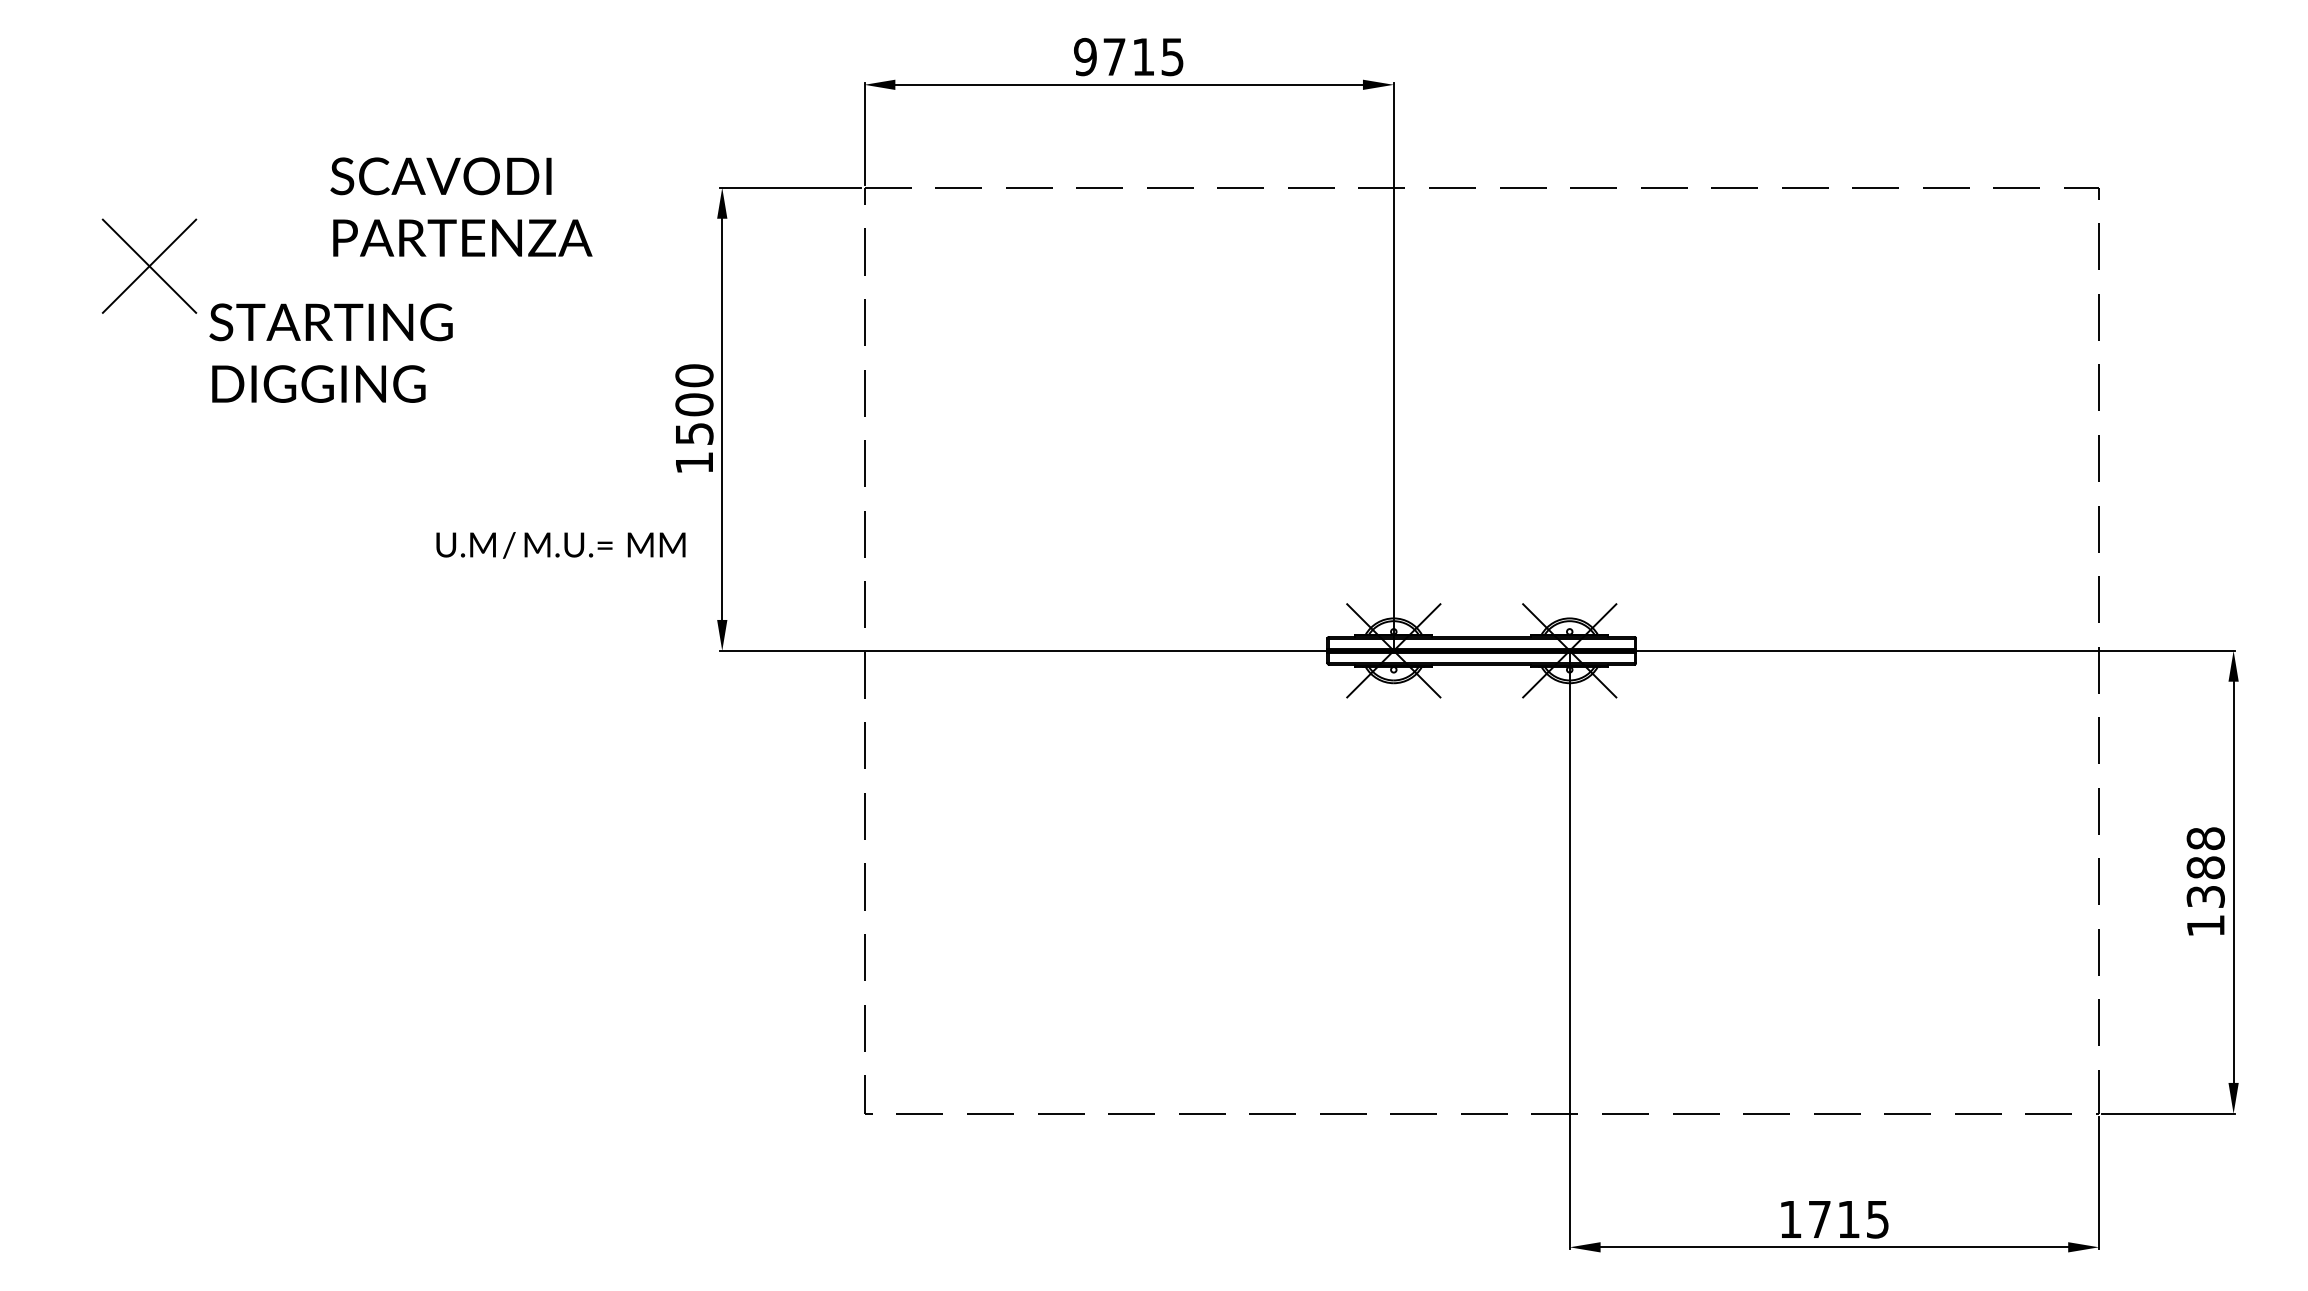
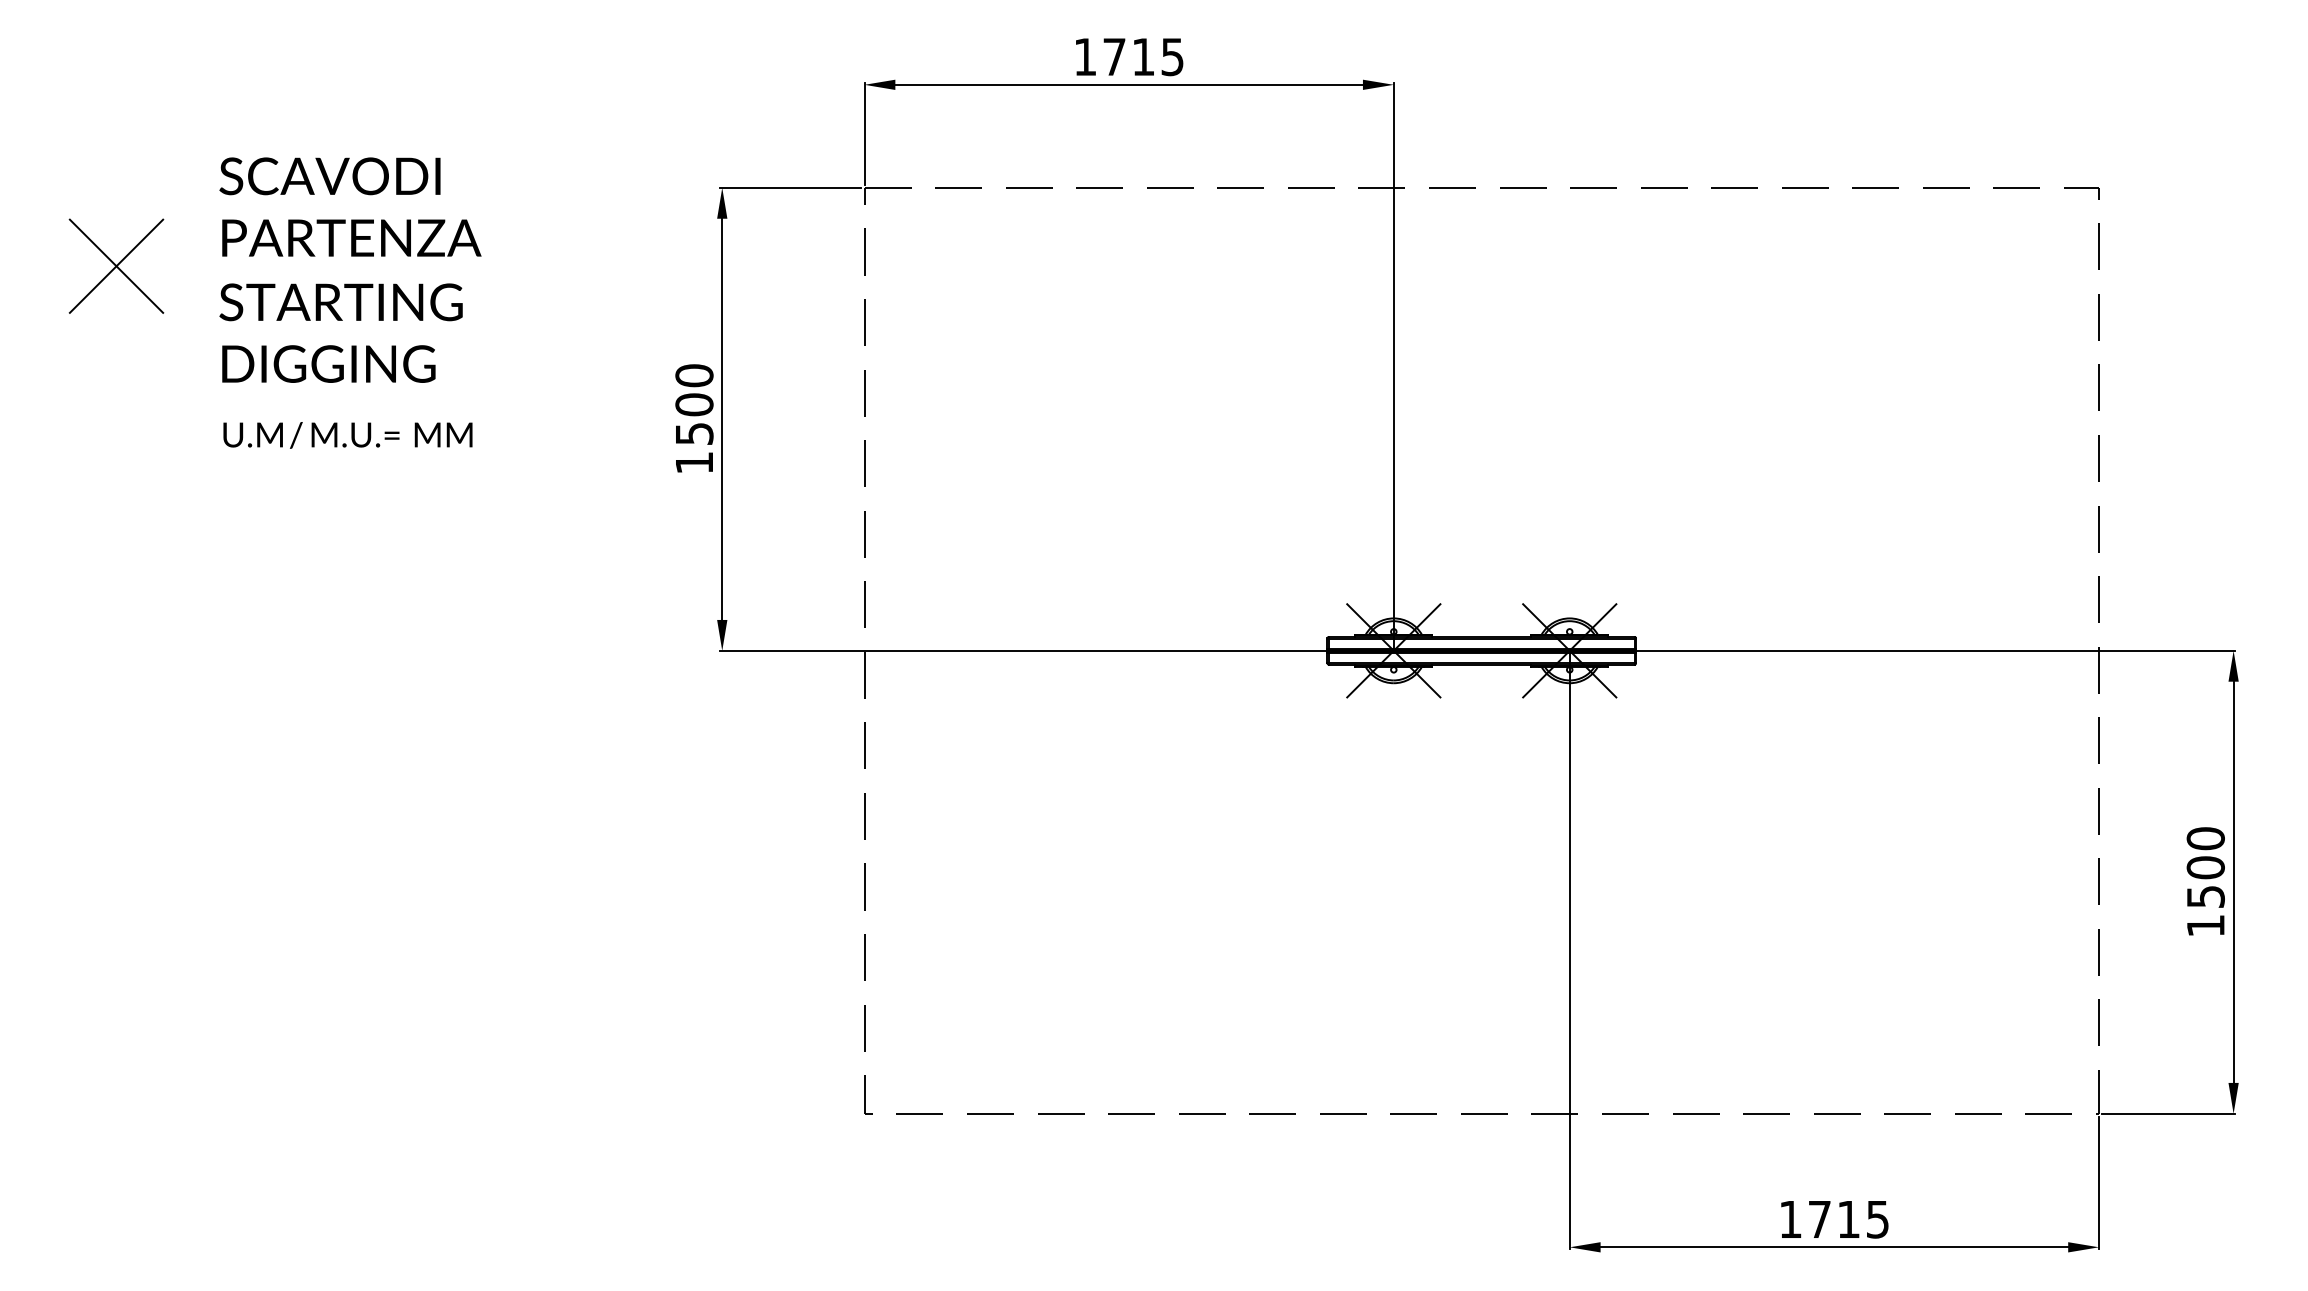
text at (1085, 56): 9715 -> 1715
text at (461, 206) position: (461, 206) -> (350, 206)
part at (149, 265) position: (149, 265) -> (116, 265)
text at (330, 352) position: (330, 352) -> (340, 332)
text at (560, 545) position: (560, 545) -> (347, 435)
text at (2205, 867): 1388 -> 1500
